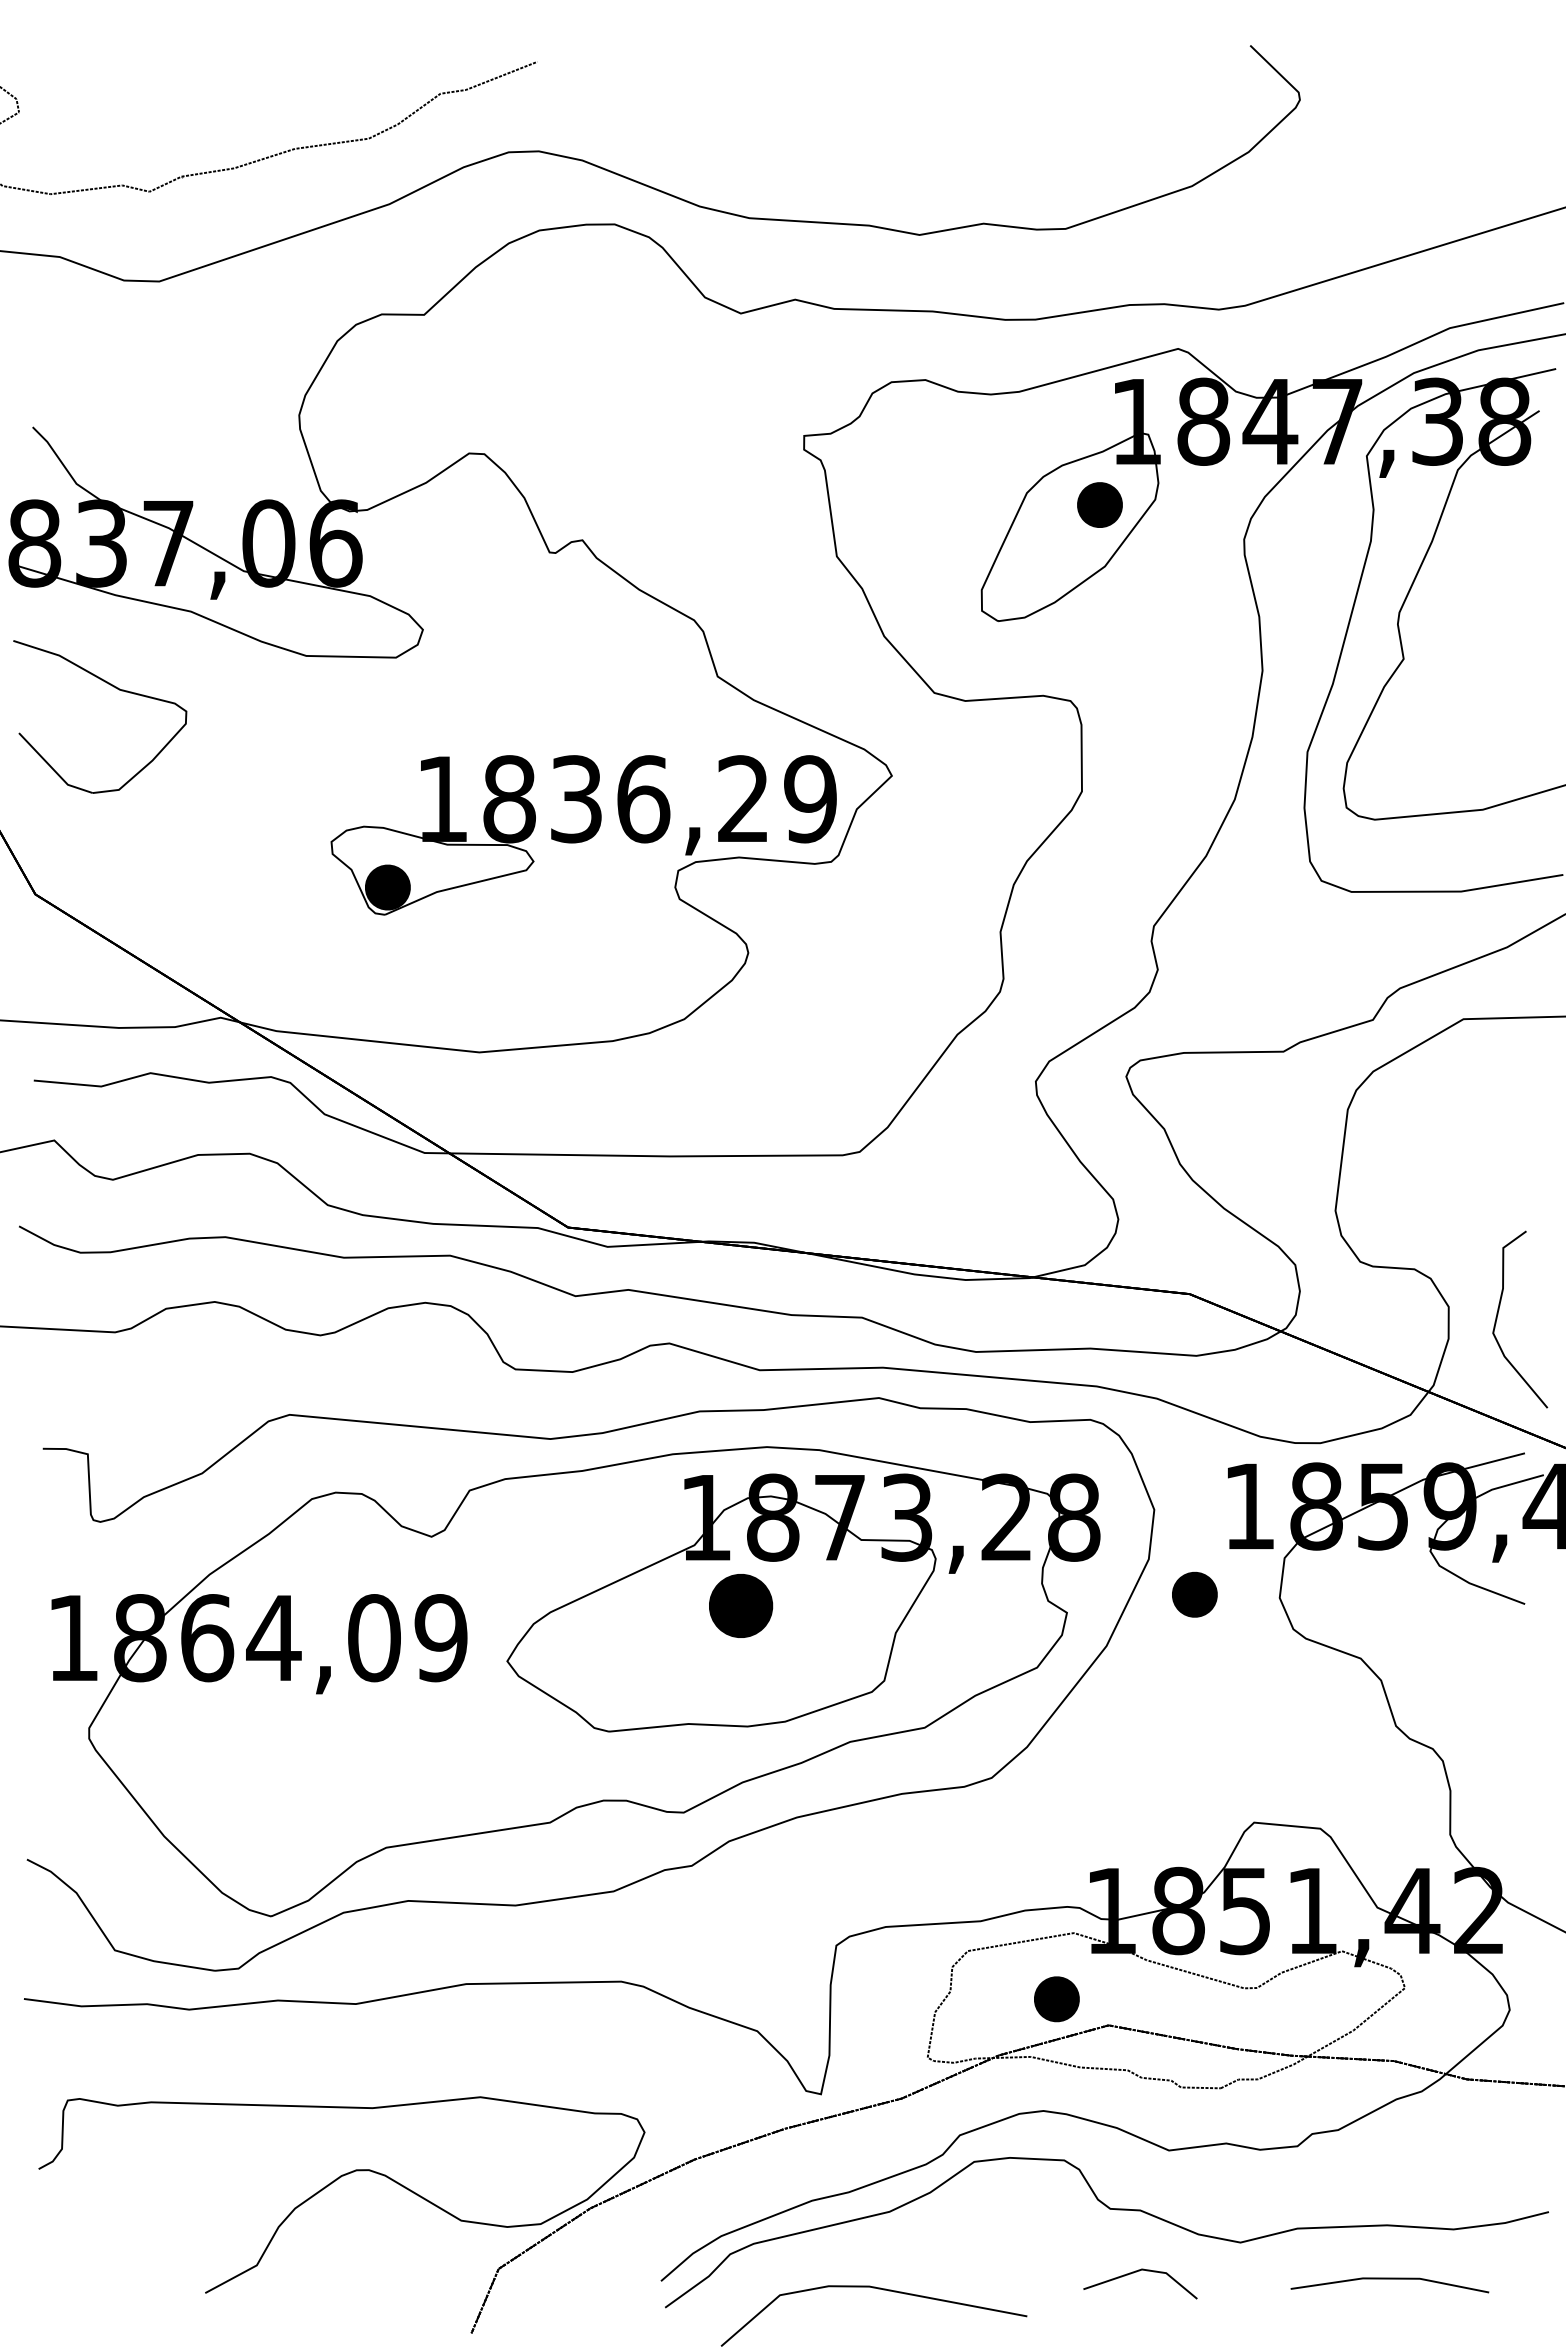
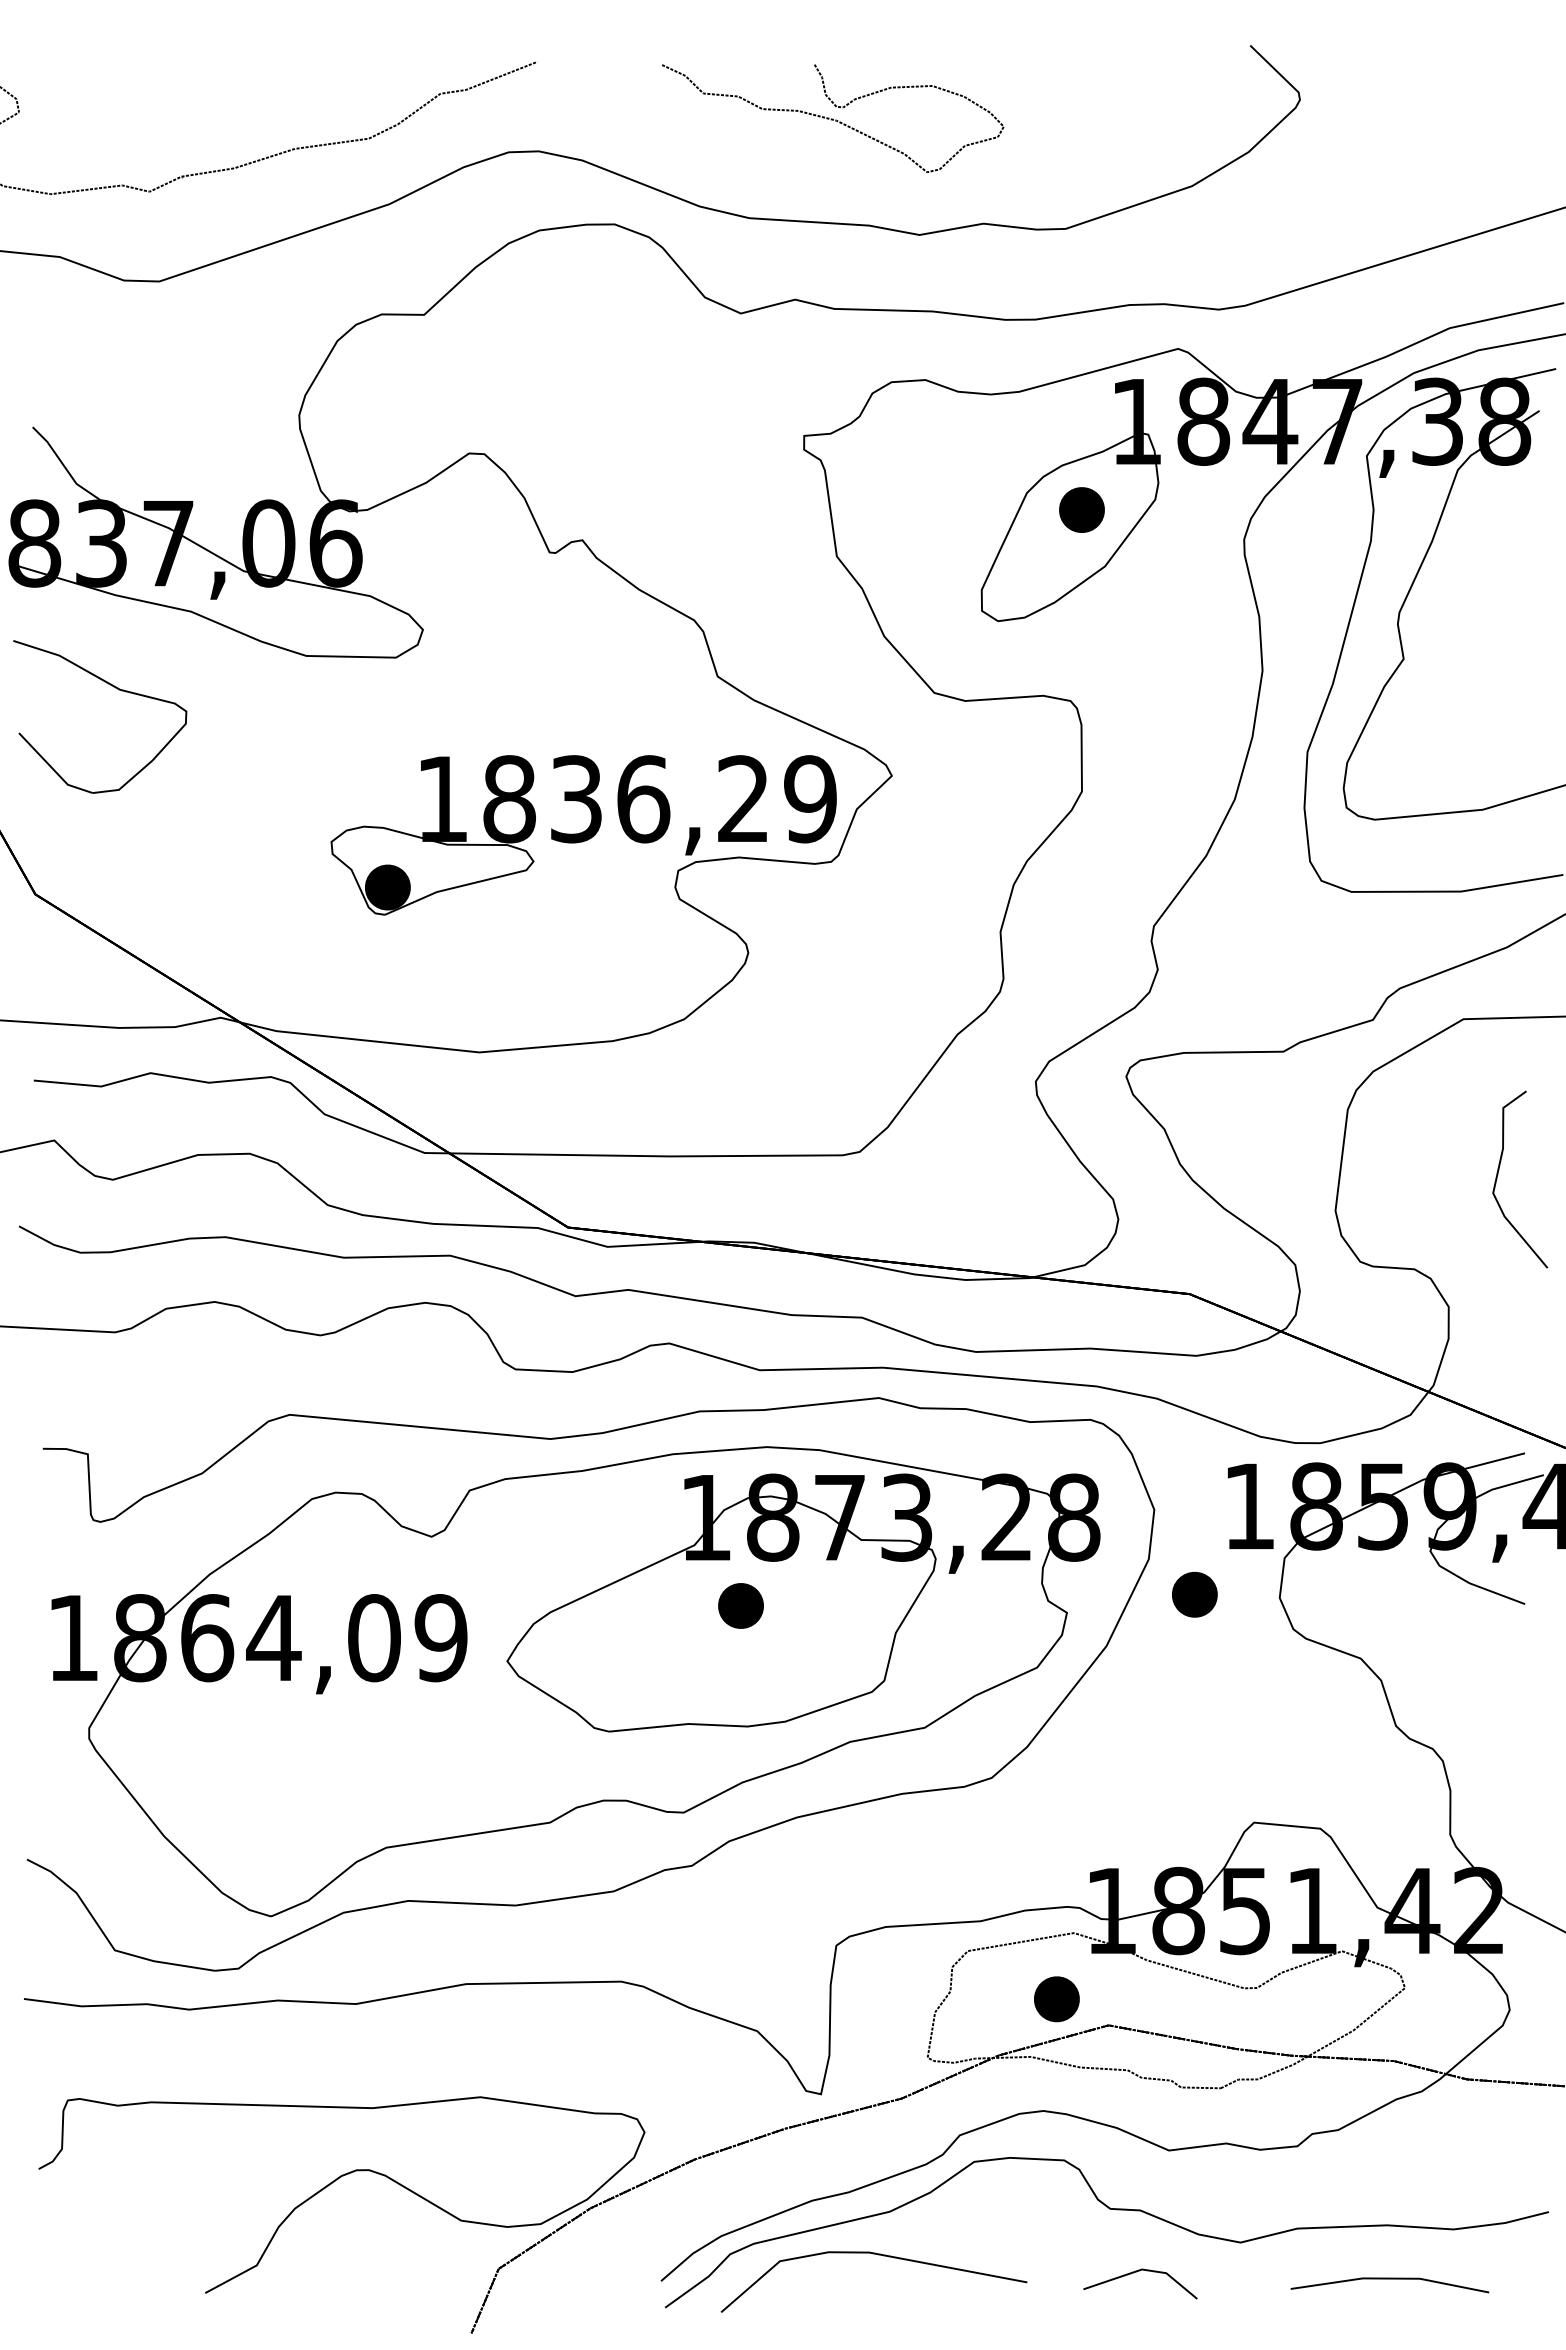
curve at (832, 118): none -> present
part at (1099, 504) position: (1099, 504) -> (1081, 509)
curve at (1498, 1314) position: (1498, 1314) -> (1498, 1174)
part at (741, 1605) size: 65x64 px -> 46x46 px
line at (878, 2289) position: (878, 2289) -> (878, 2255)
